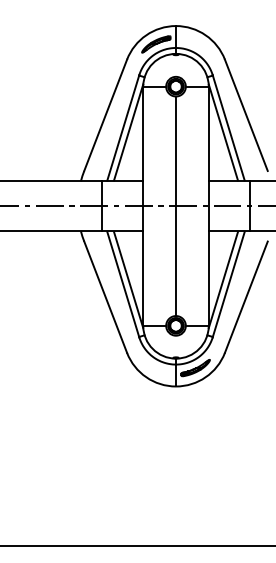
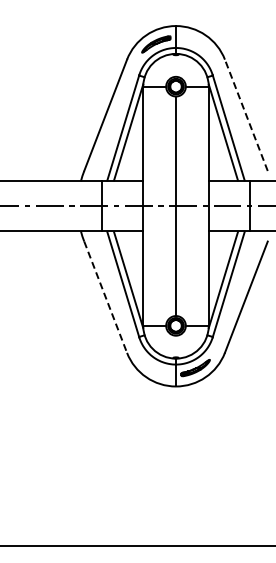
line at (246, 115): solid -> dashed
line at (105, 297): solid -> dashed
